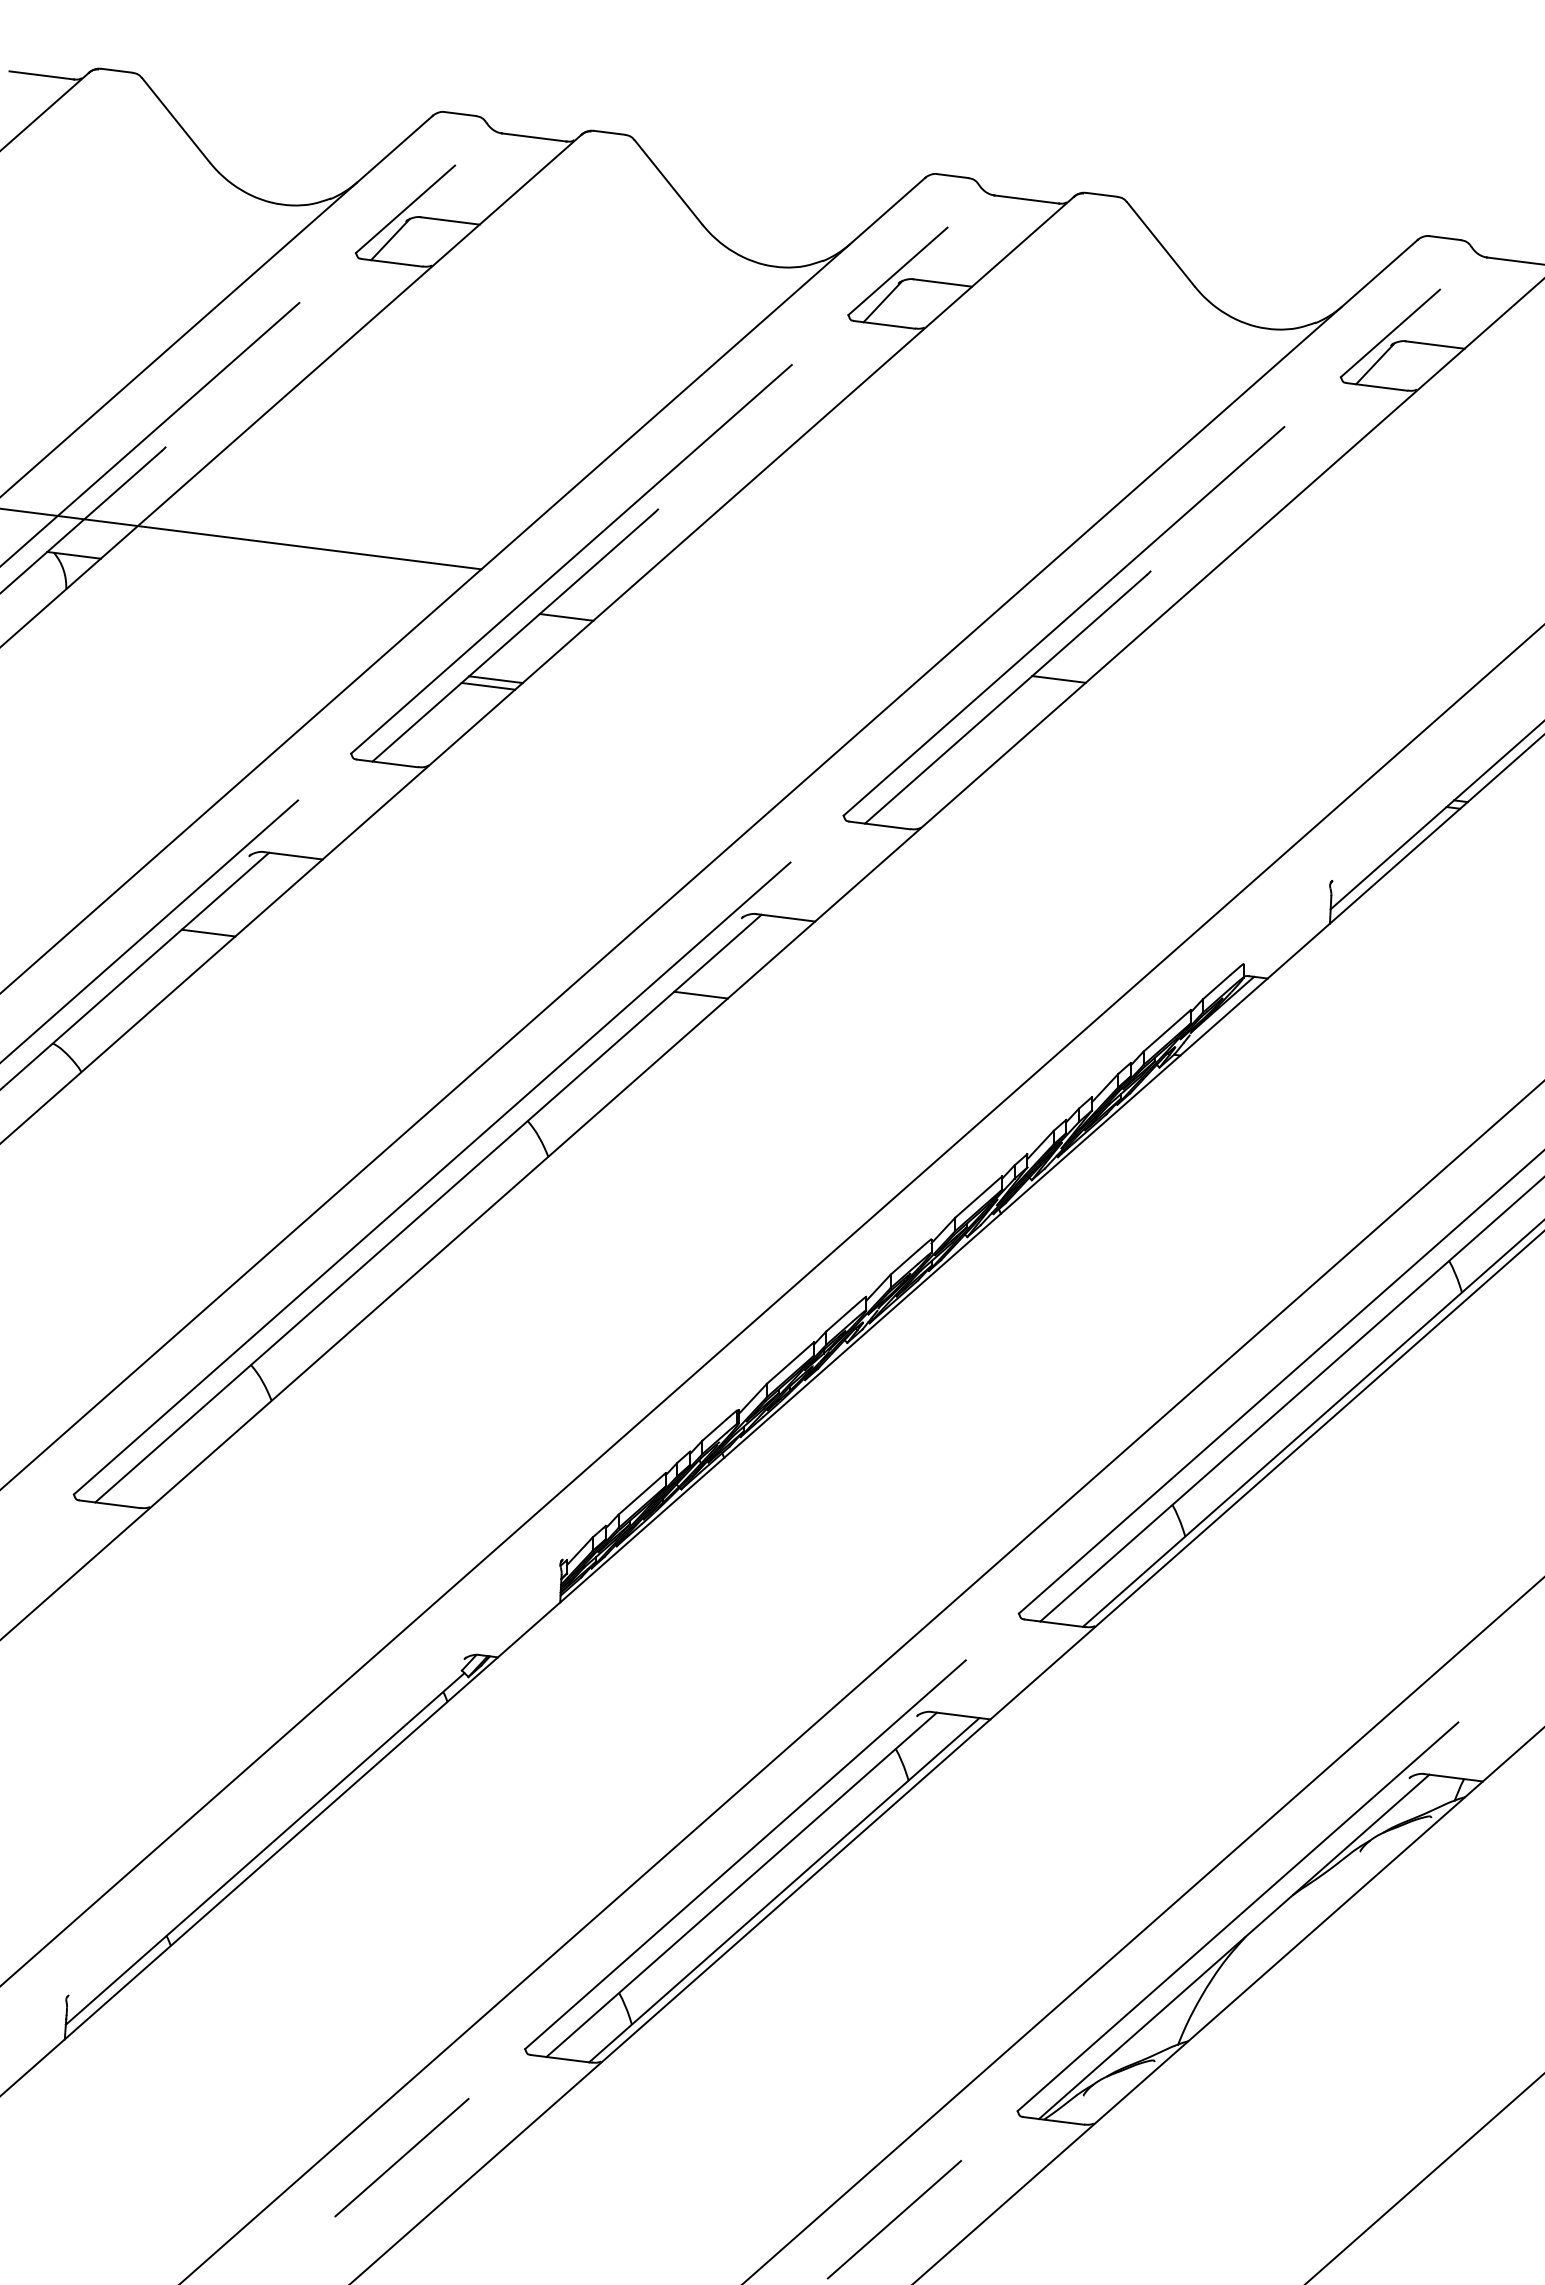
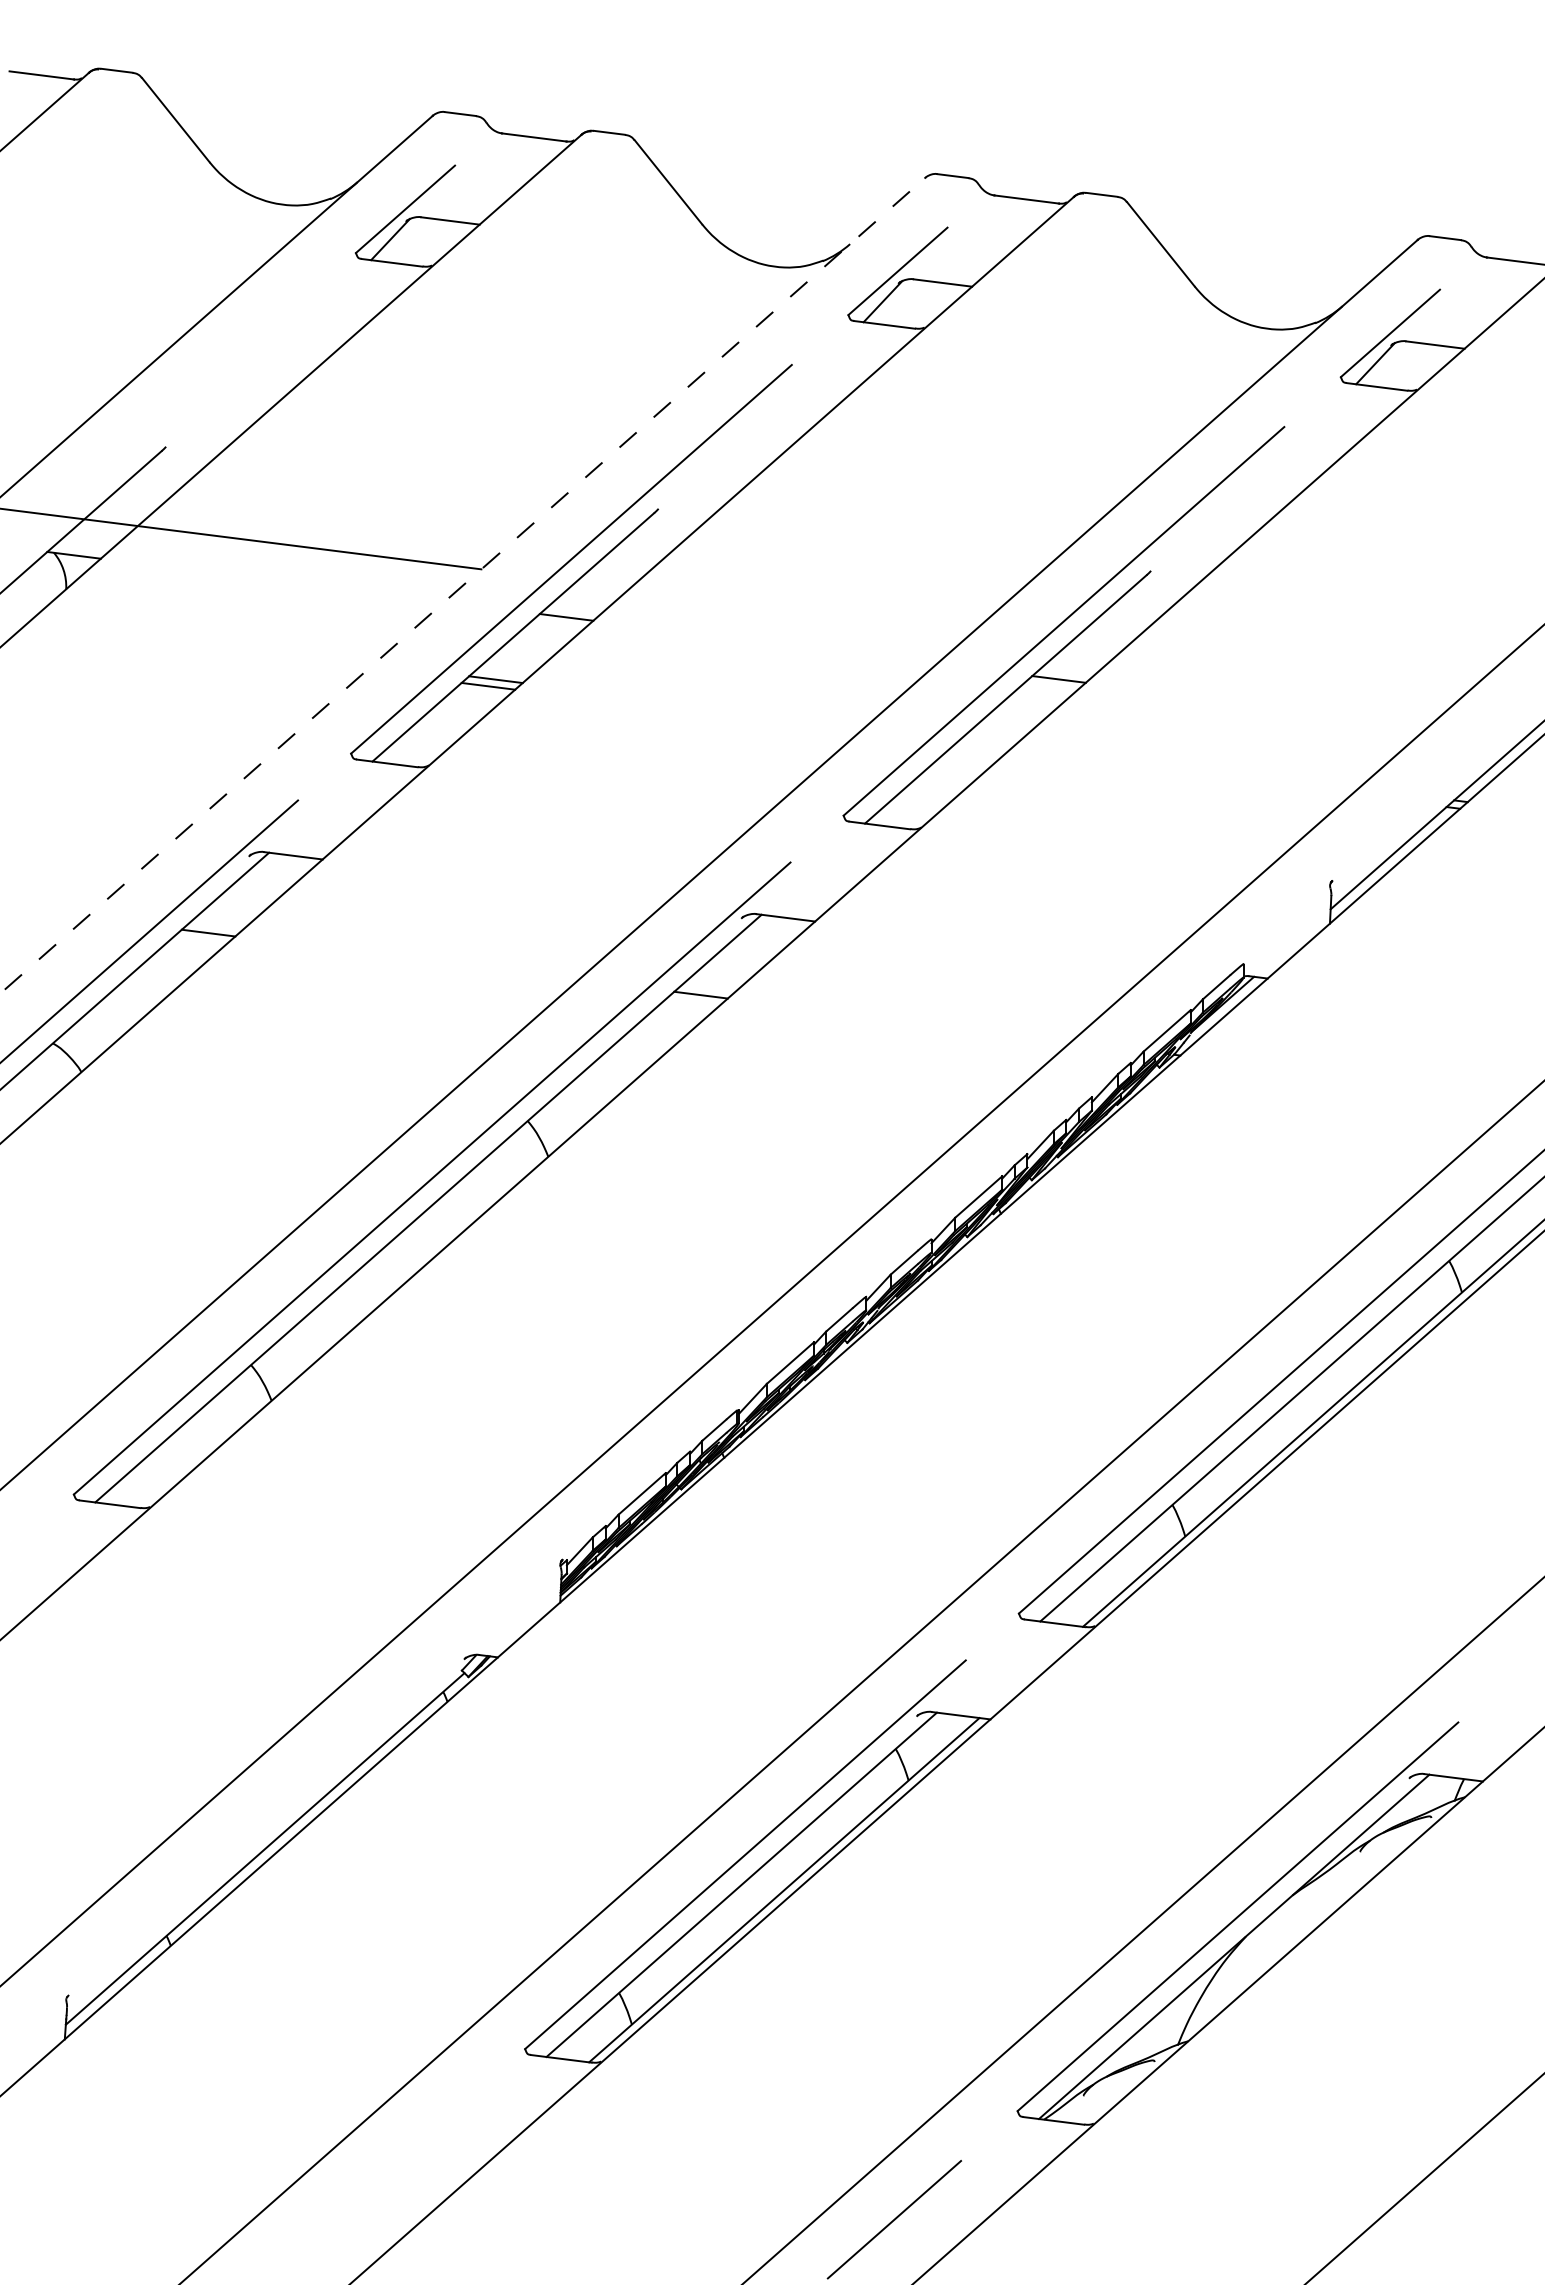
line at (150, 433): present -> none
line at (463, 585): solid -> dashed
line at (401, 2157): present -> none
